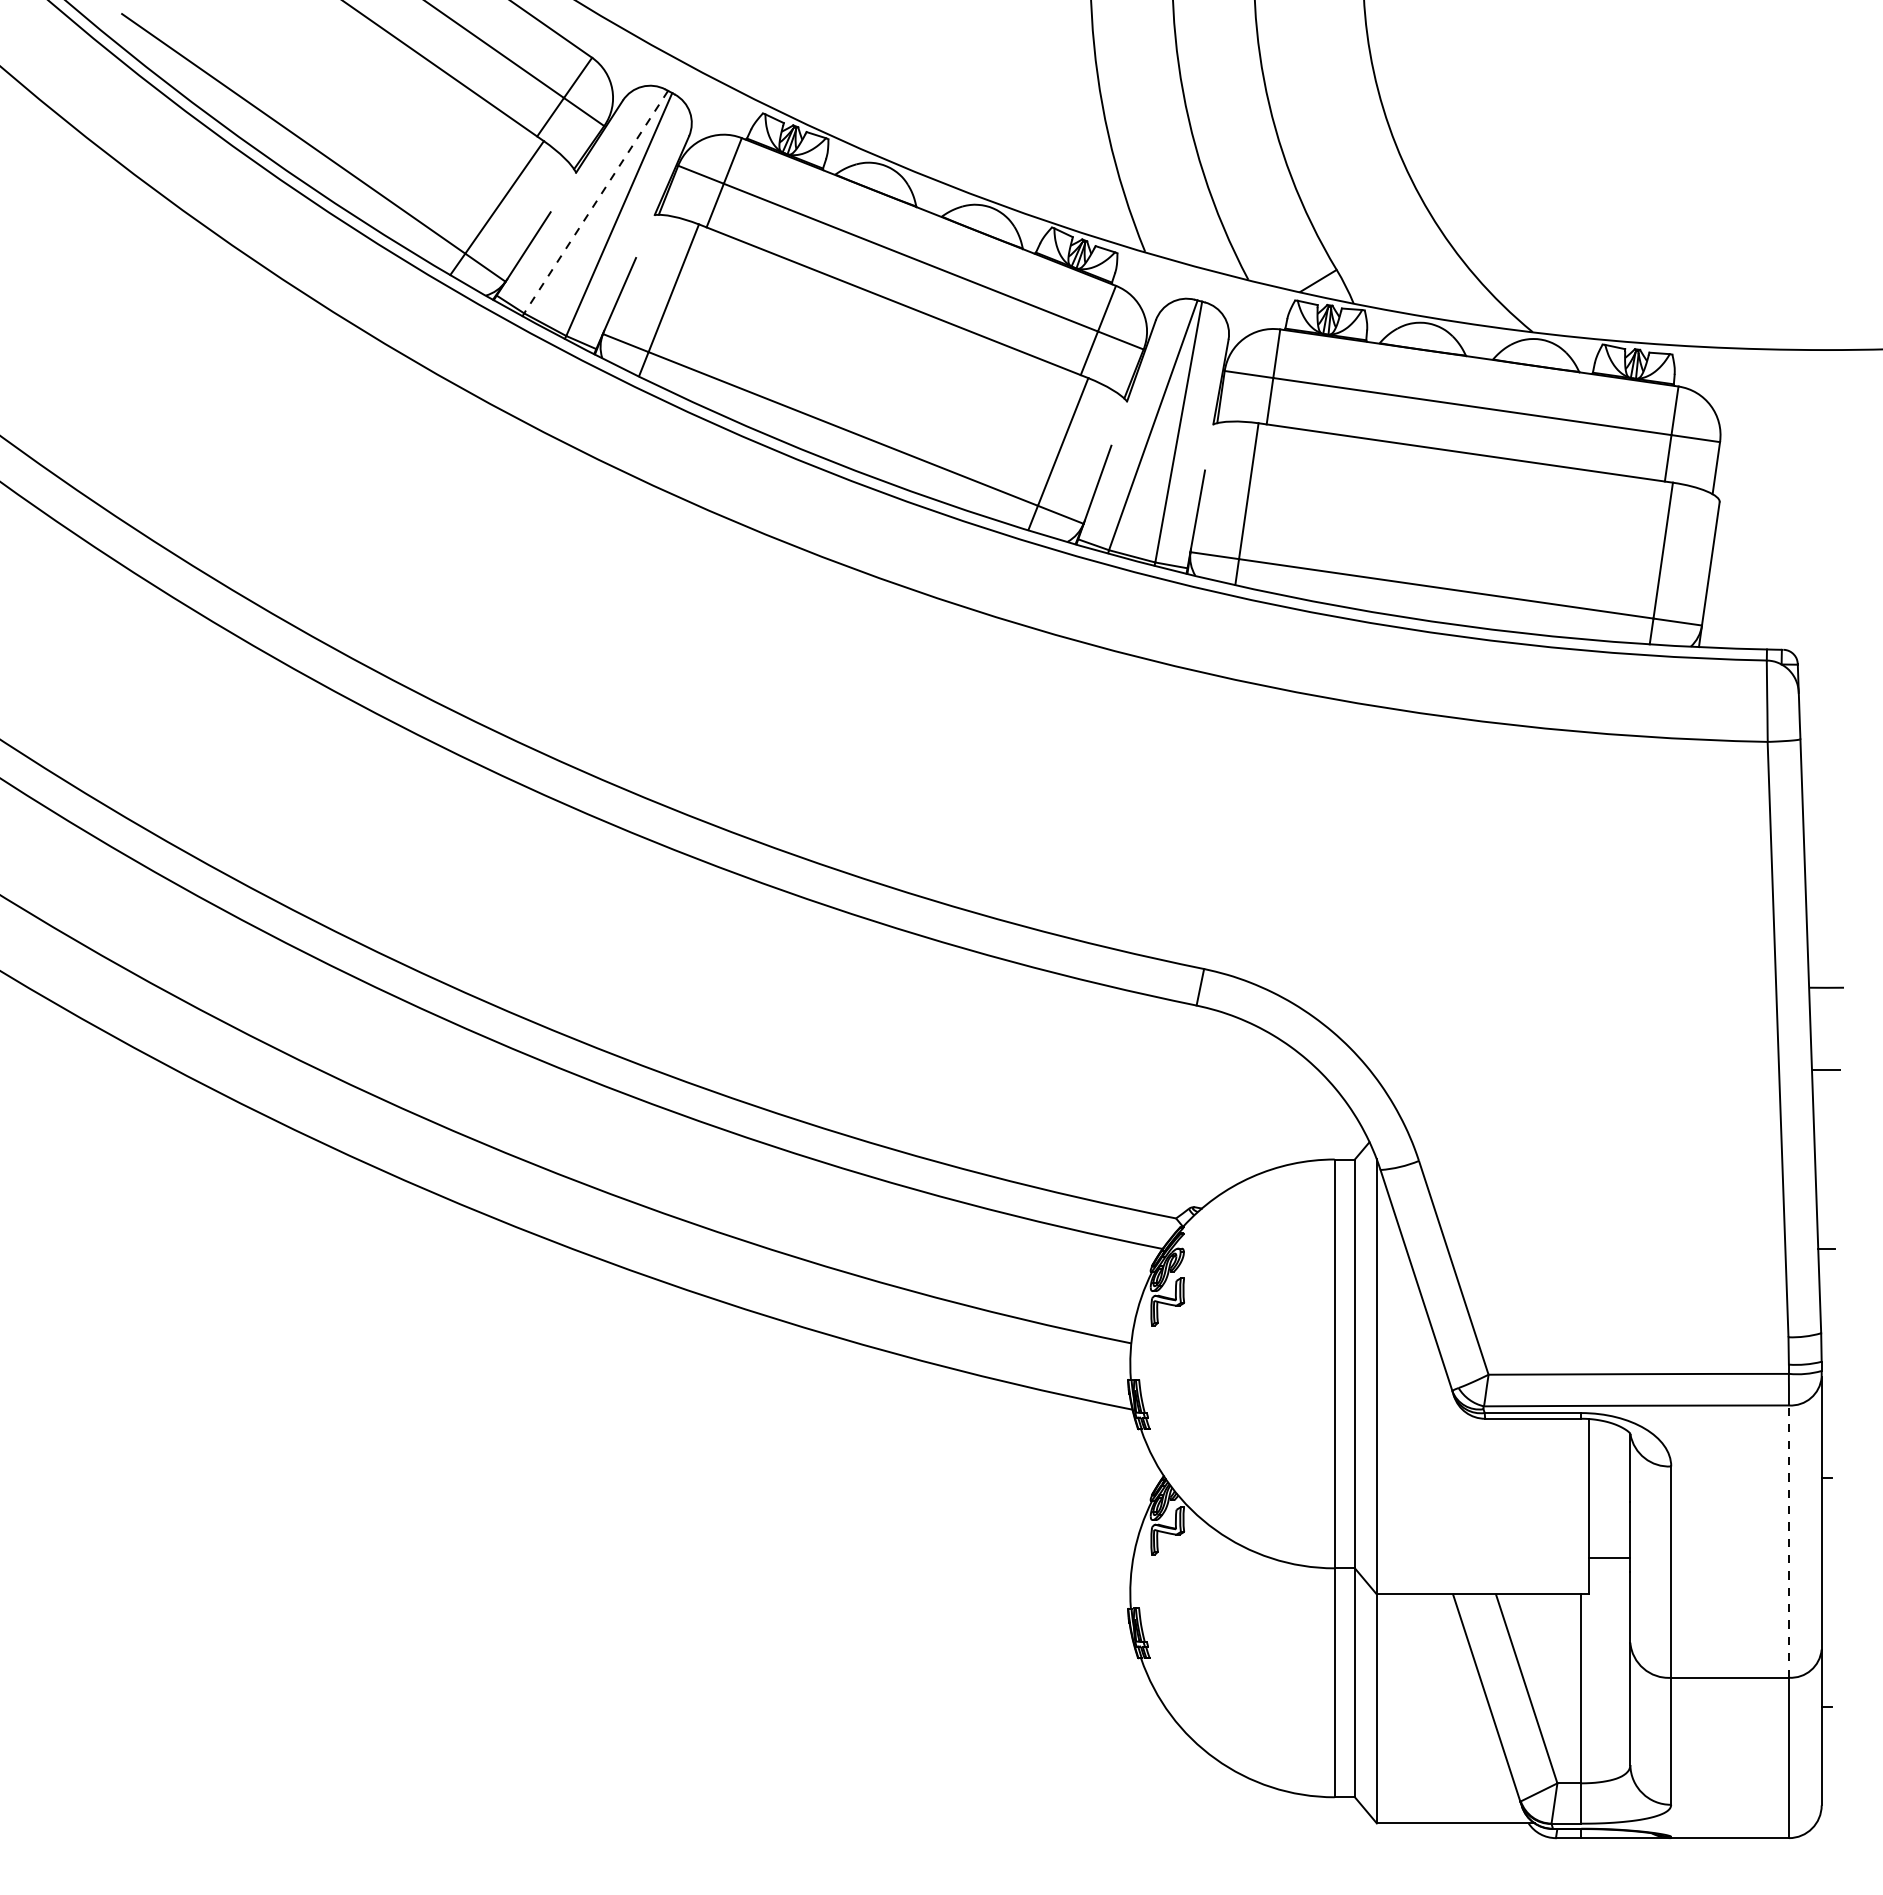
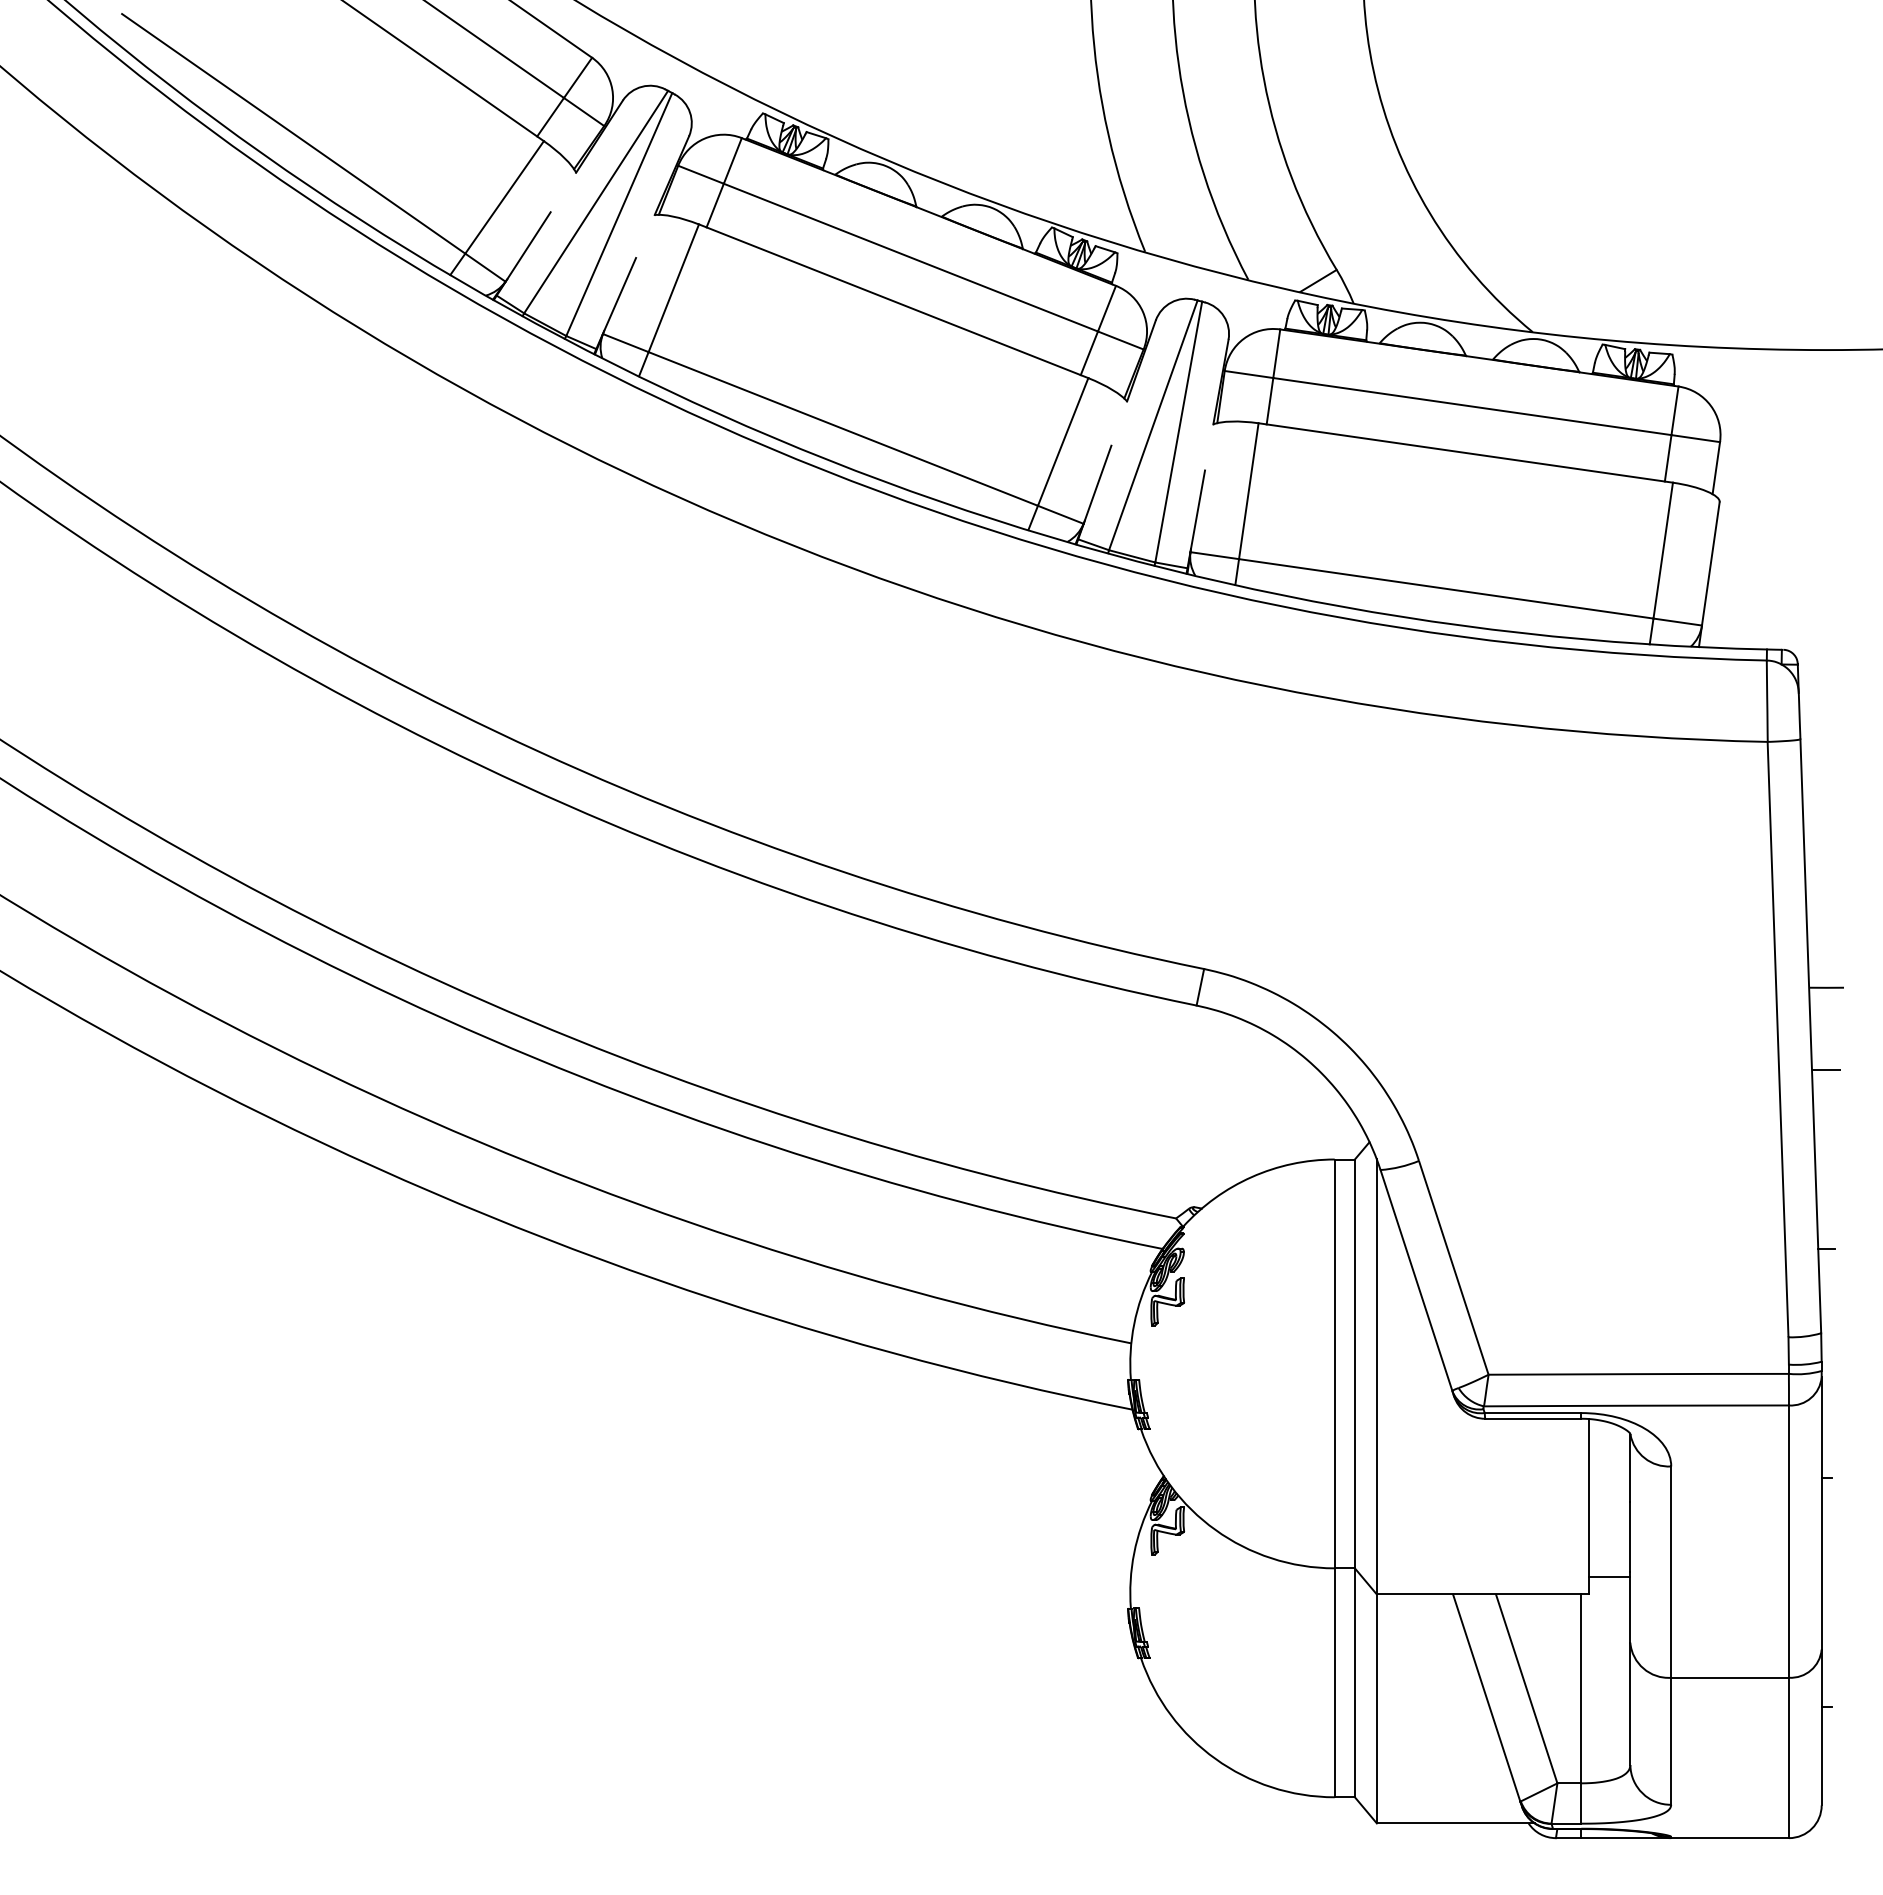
line at (595, 202): dashed -> solid
line at (1788, 1541): dashed -> solid
line at (1609, 1557) position: (1609, 1557) -> (1609, 1576)
